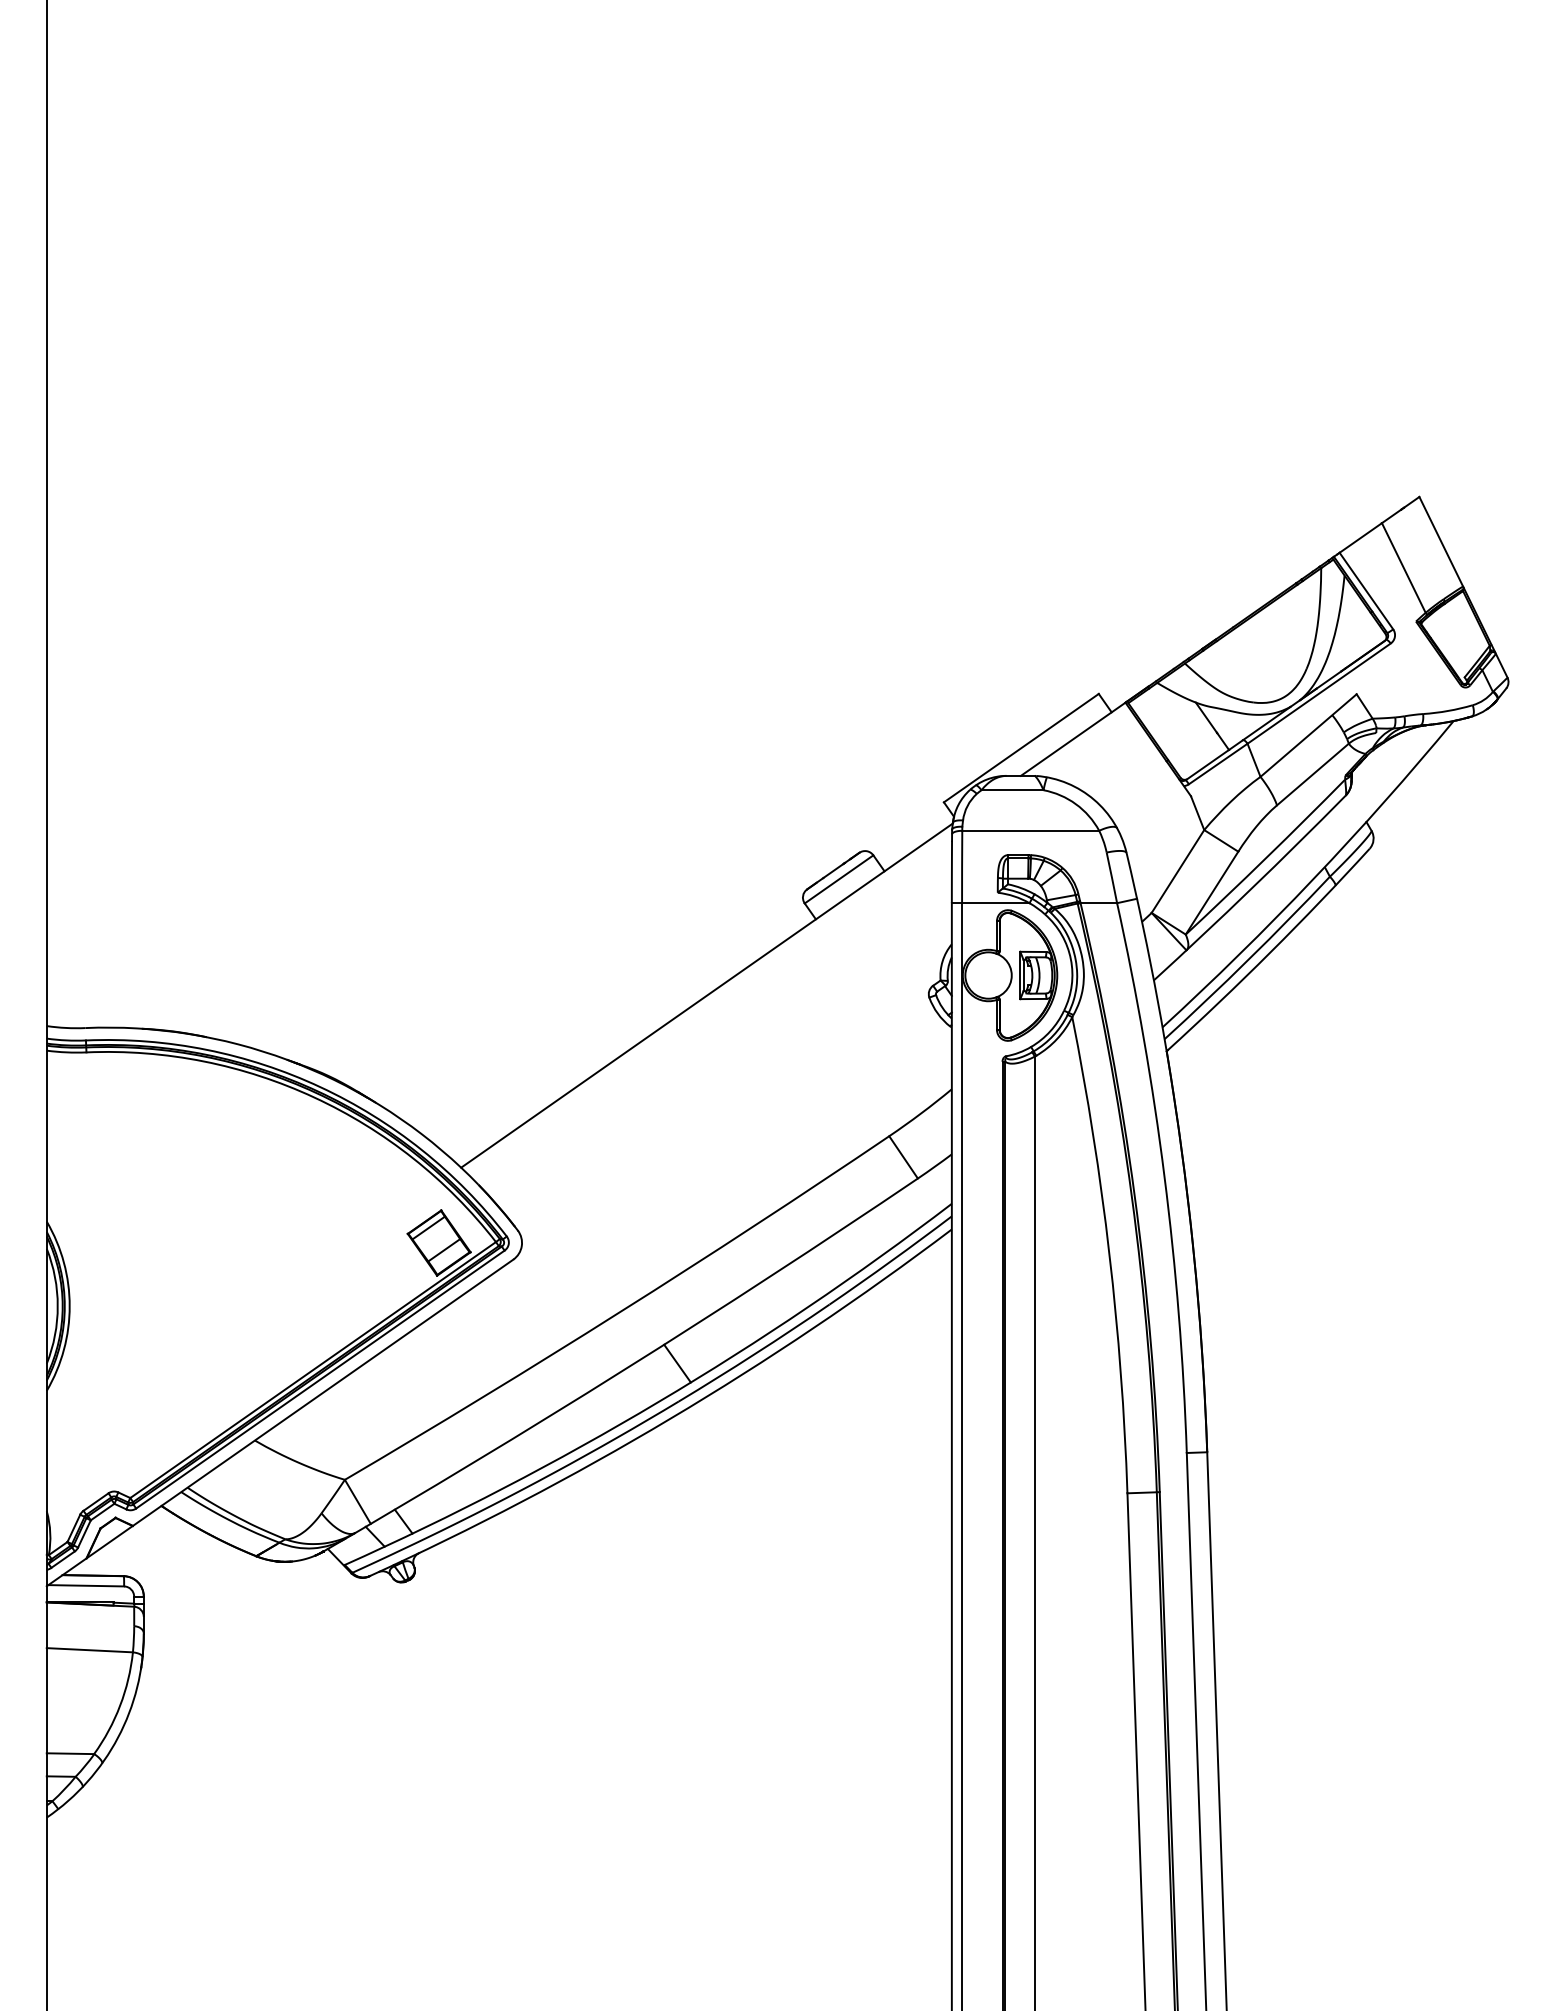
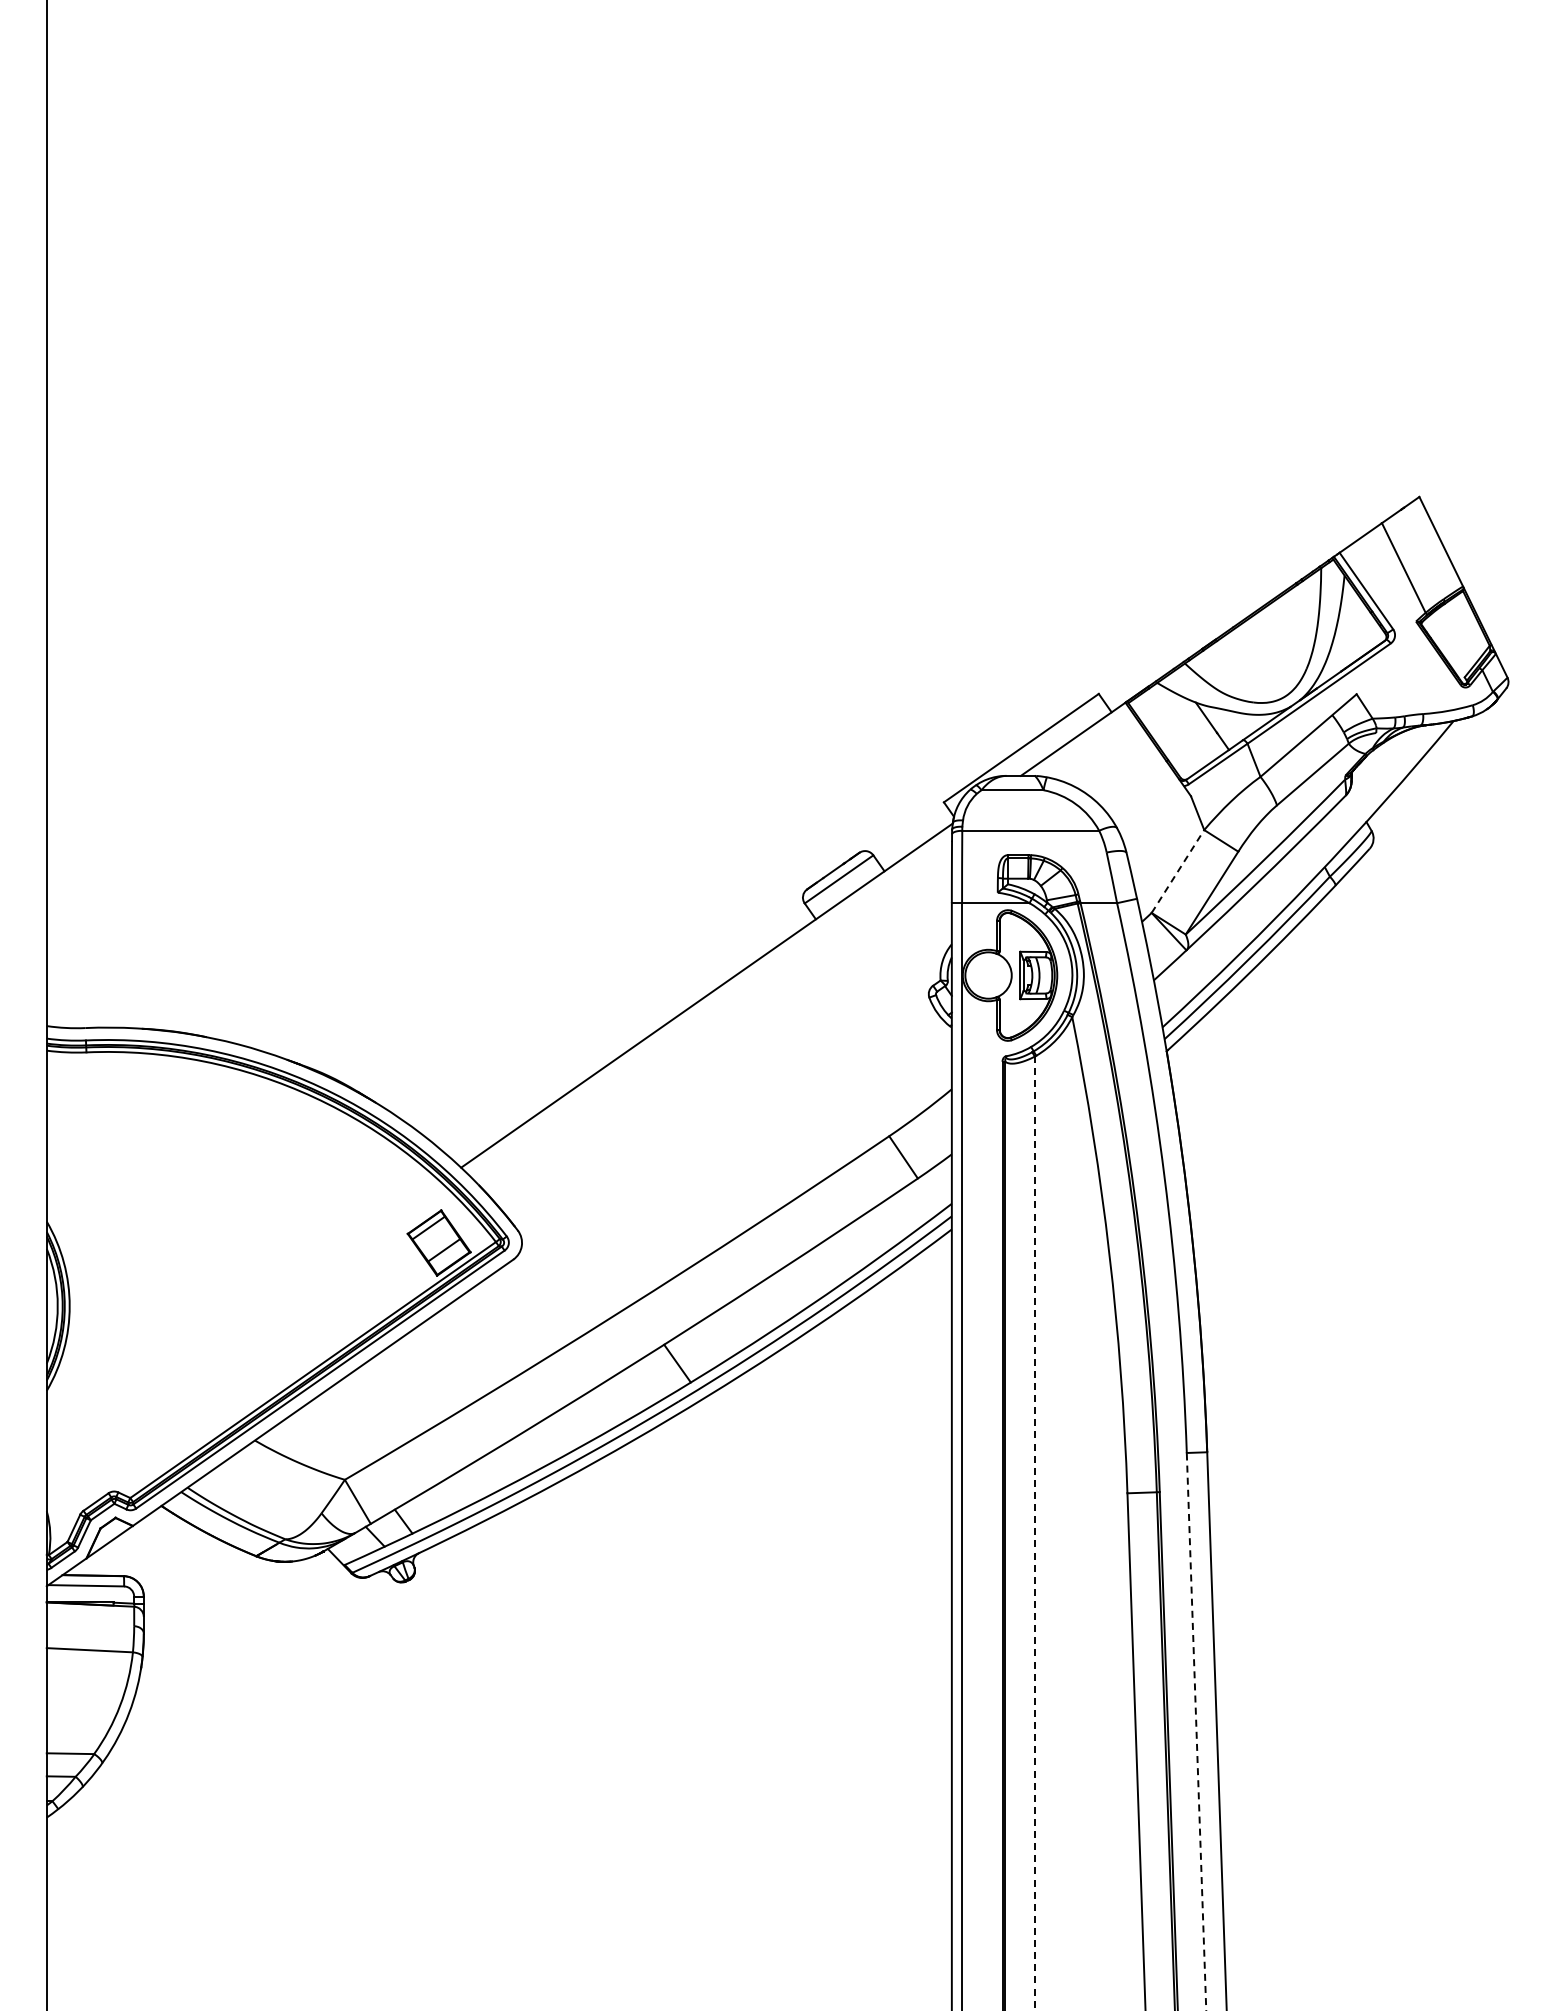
line at (1178, 871): solid -> dashed
line at (1034, 1533): solid -> dashed
line at (1196, 1731): solid -> dashed
